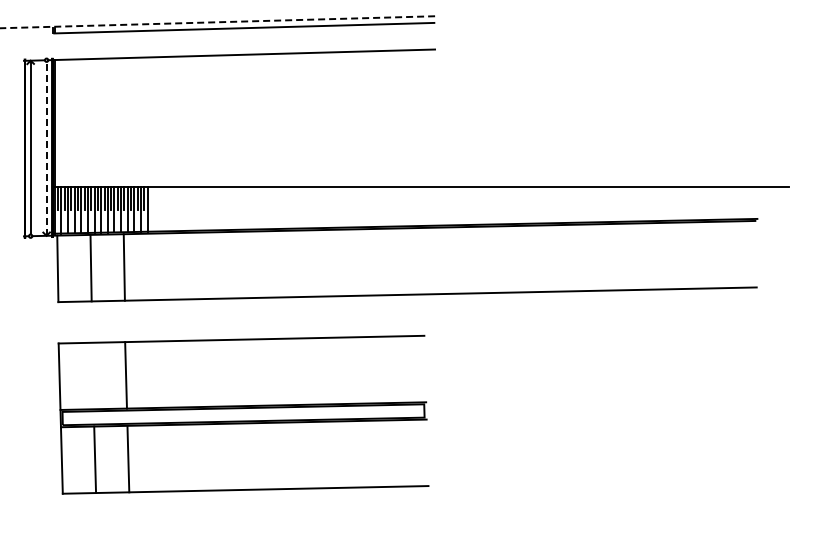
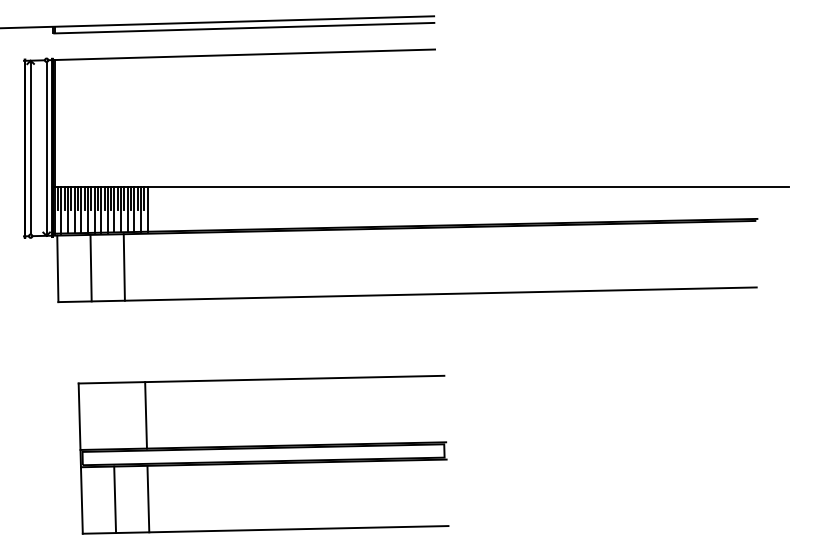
line at (217, 22): dashed -> solid
line at (46, 148): dashed -> solid
part at (243, 414) position: (243, 414) -> (263, 454)
